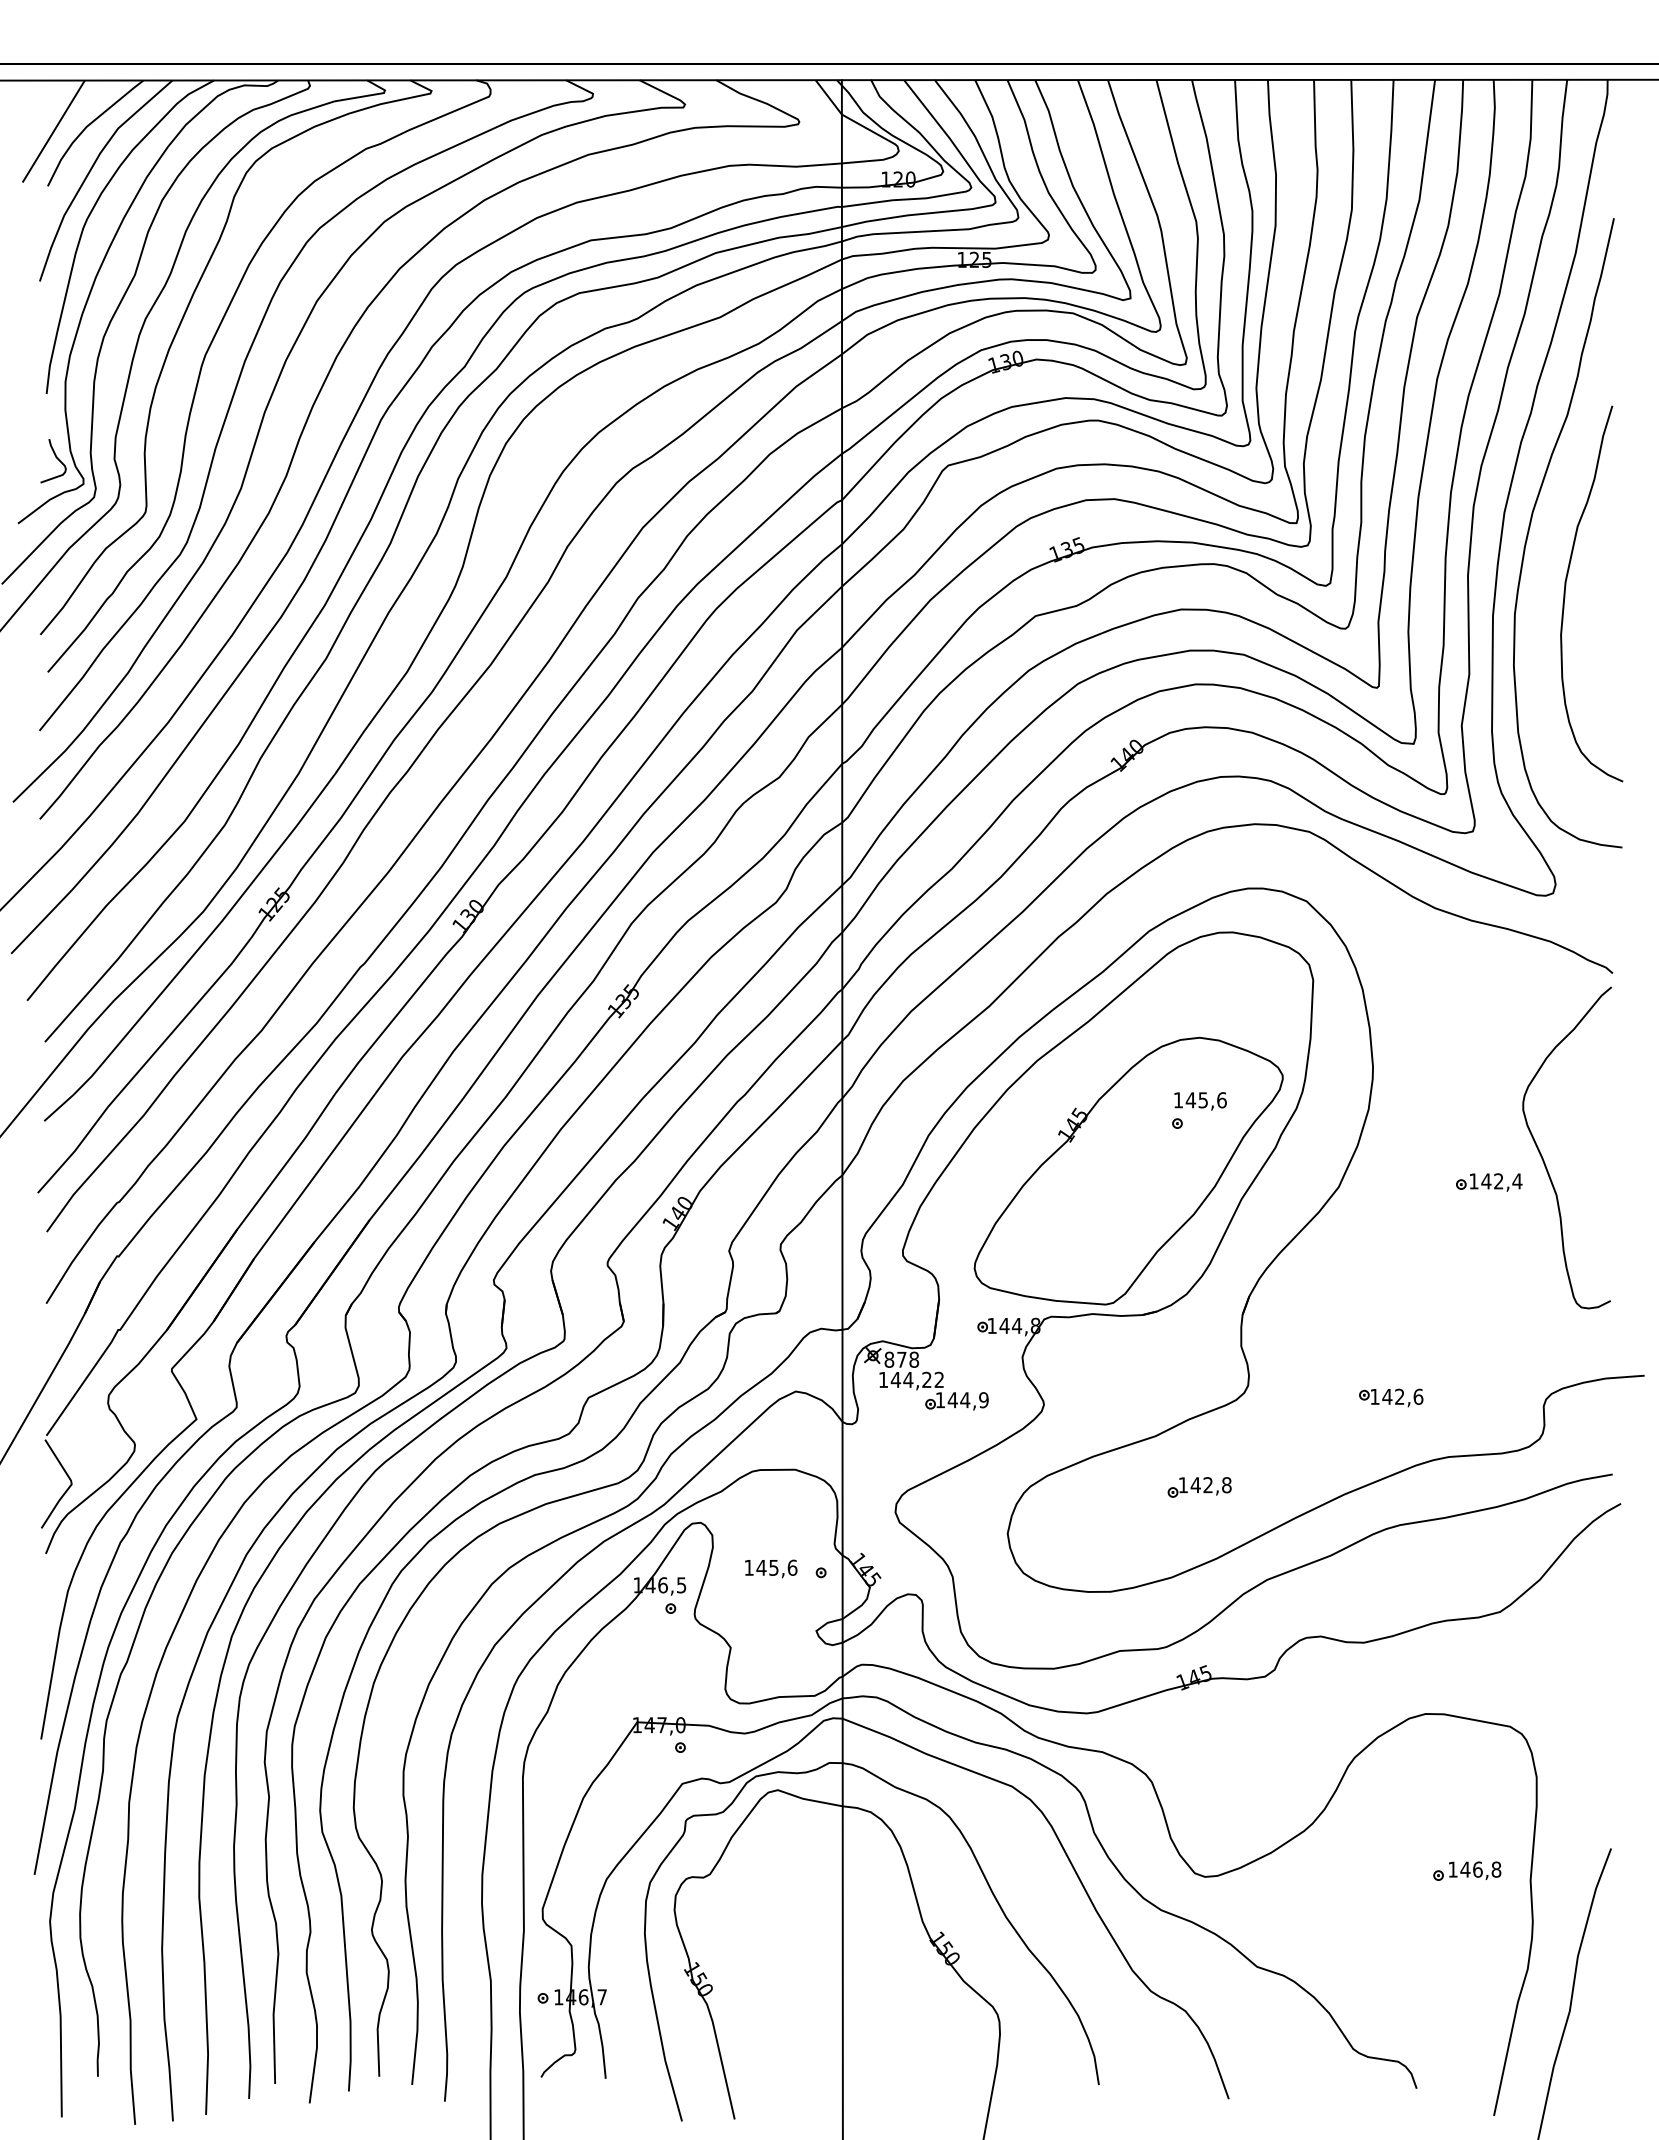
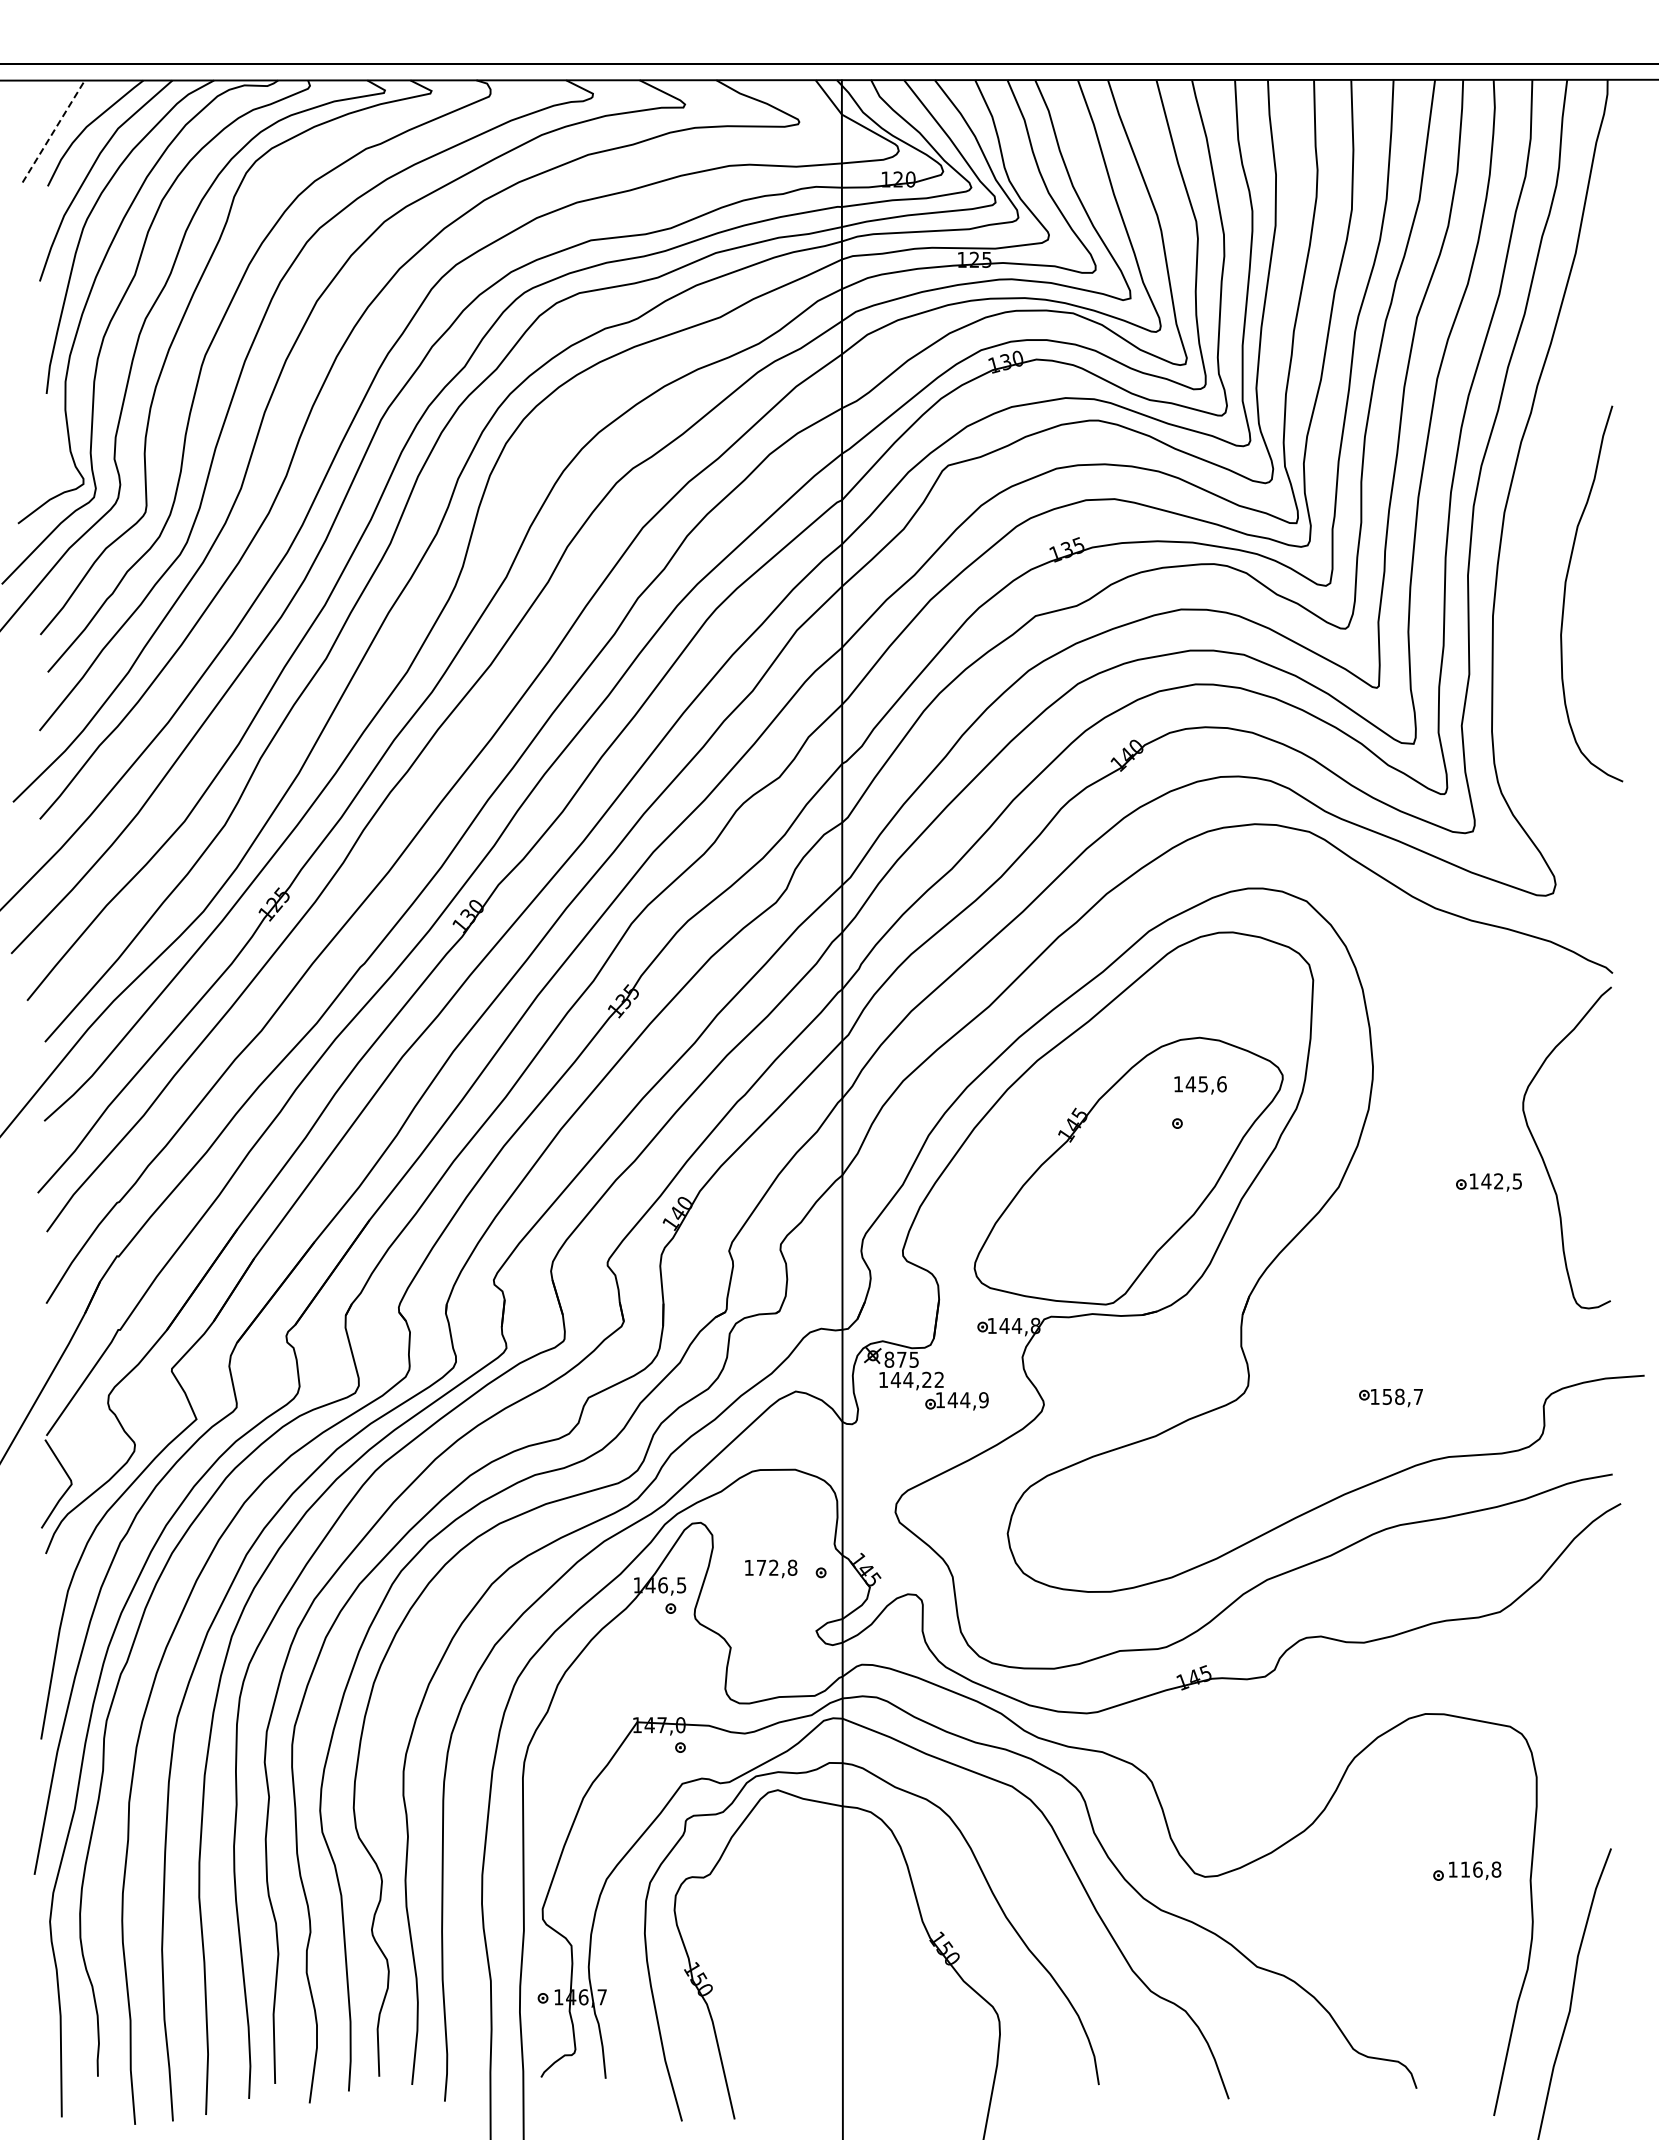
line at (53, 131): solid -> dashed
curve at (56, 458): present -> none
curve at (1531, 523): present -> none
text at (1200, 1101) position: (1200, 1101) -> (1200, 1085)
text at (1517, 1181): 142,4 -> 142,5
text at (914, 1359): 878 -> 875
text at (1402, 1396): 142,6 -> 158,7
part at (1199, 1487): present -> none
text at (776, 1567): 145,6 -> 172,8
text at (1465, 1869): 146,8 -> 116,8
